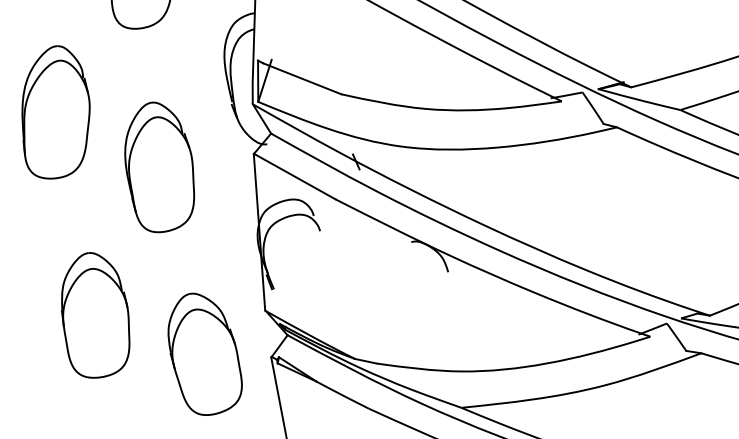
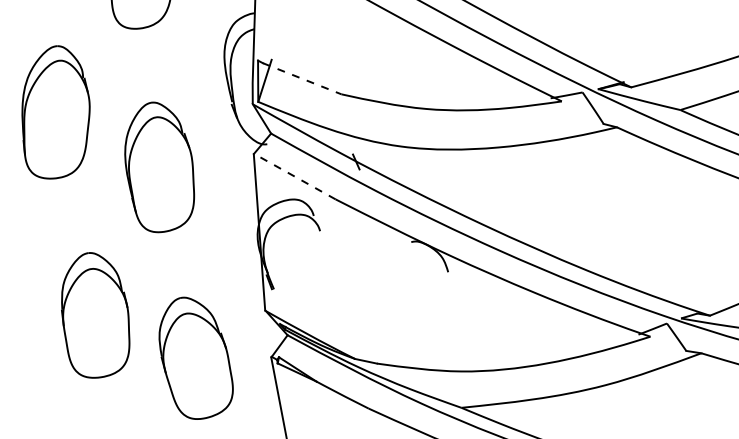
line at (302, 78): solid -> dashed
line at (294, 176): solid -> dashed
part at (204, 353) position: (204, 353) -> (195, 357)
